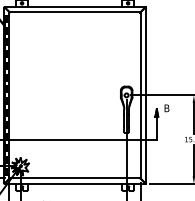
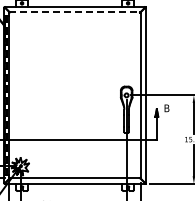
line at (75, 12): solid -> dashed
